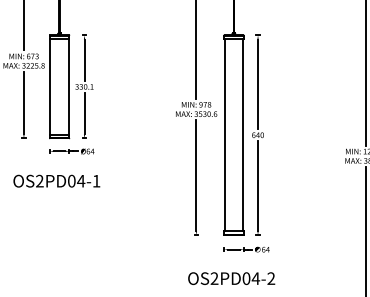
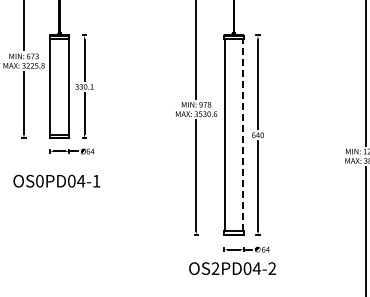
line at (243, 134): solid -> dashed
text at (39, 180): OS2PD04-1 -> OS0PD04-1
text at (231, 278) position: (231, 278) -> (232, 268)
